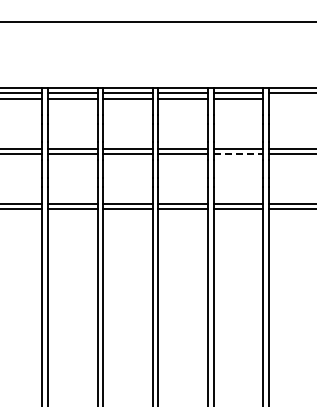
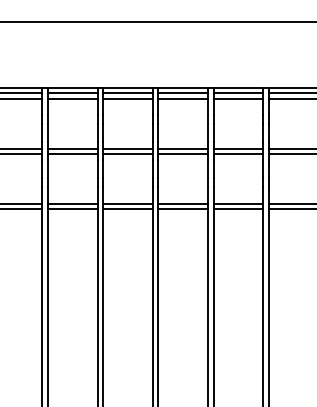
line at (290, 98): none -> present
line at (238, 154): dashed -> solid
